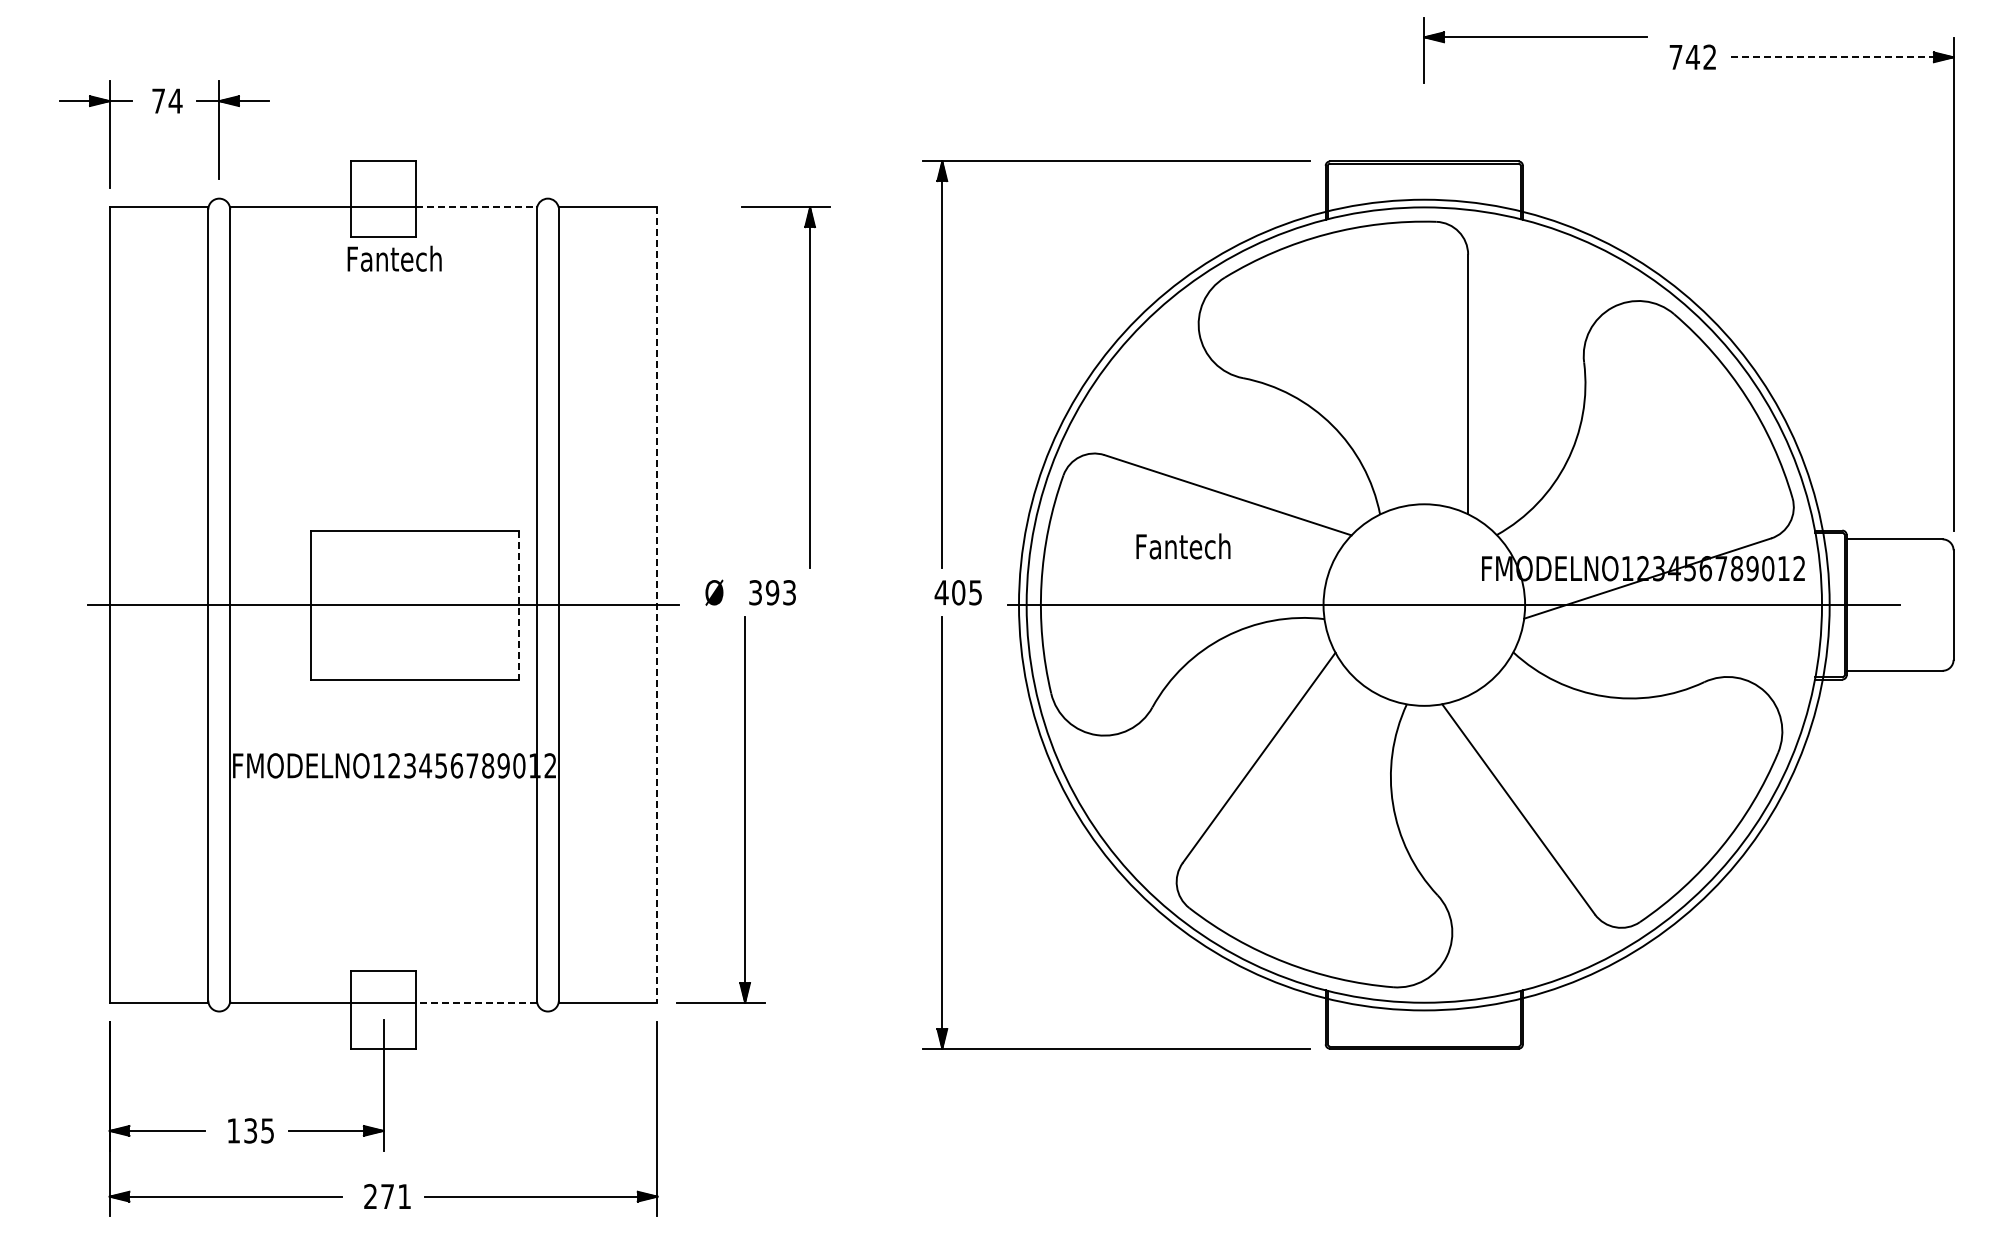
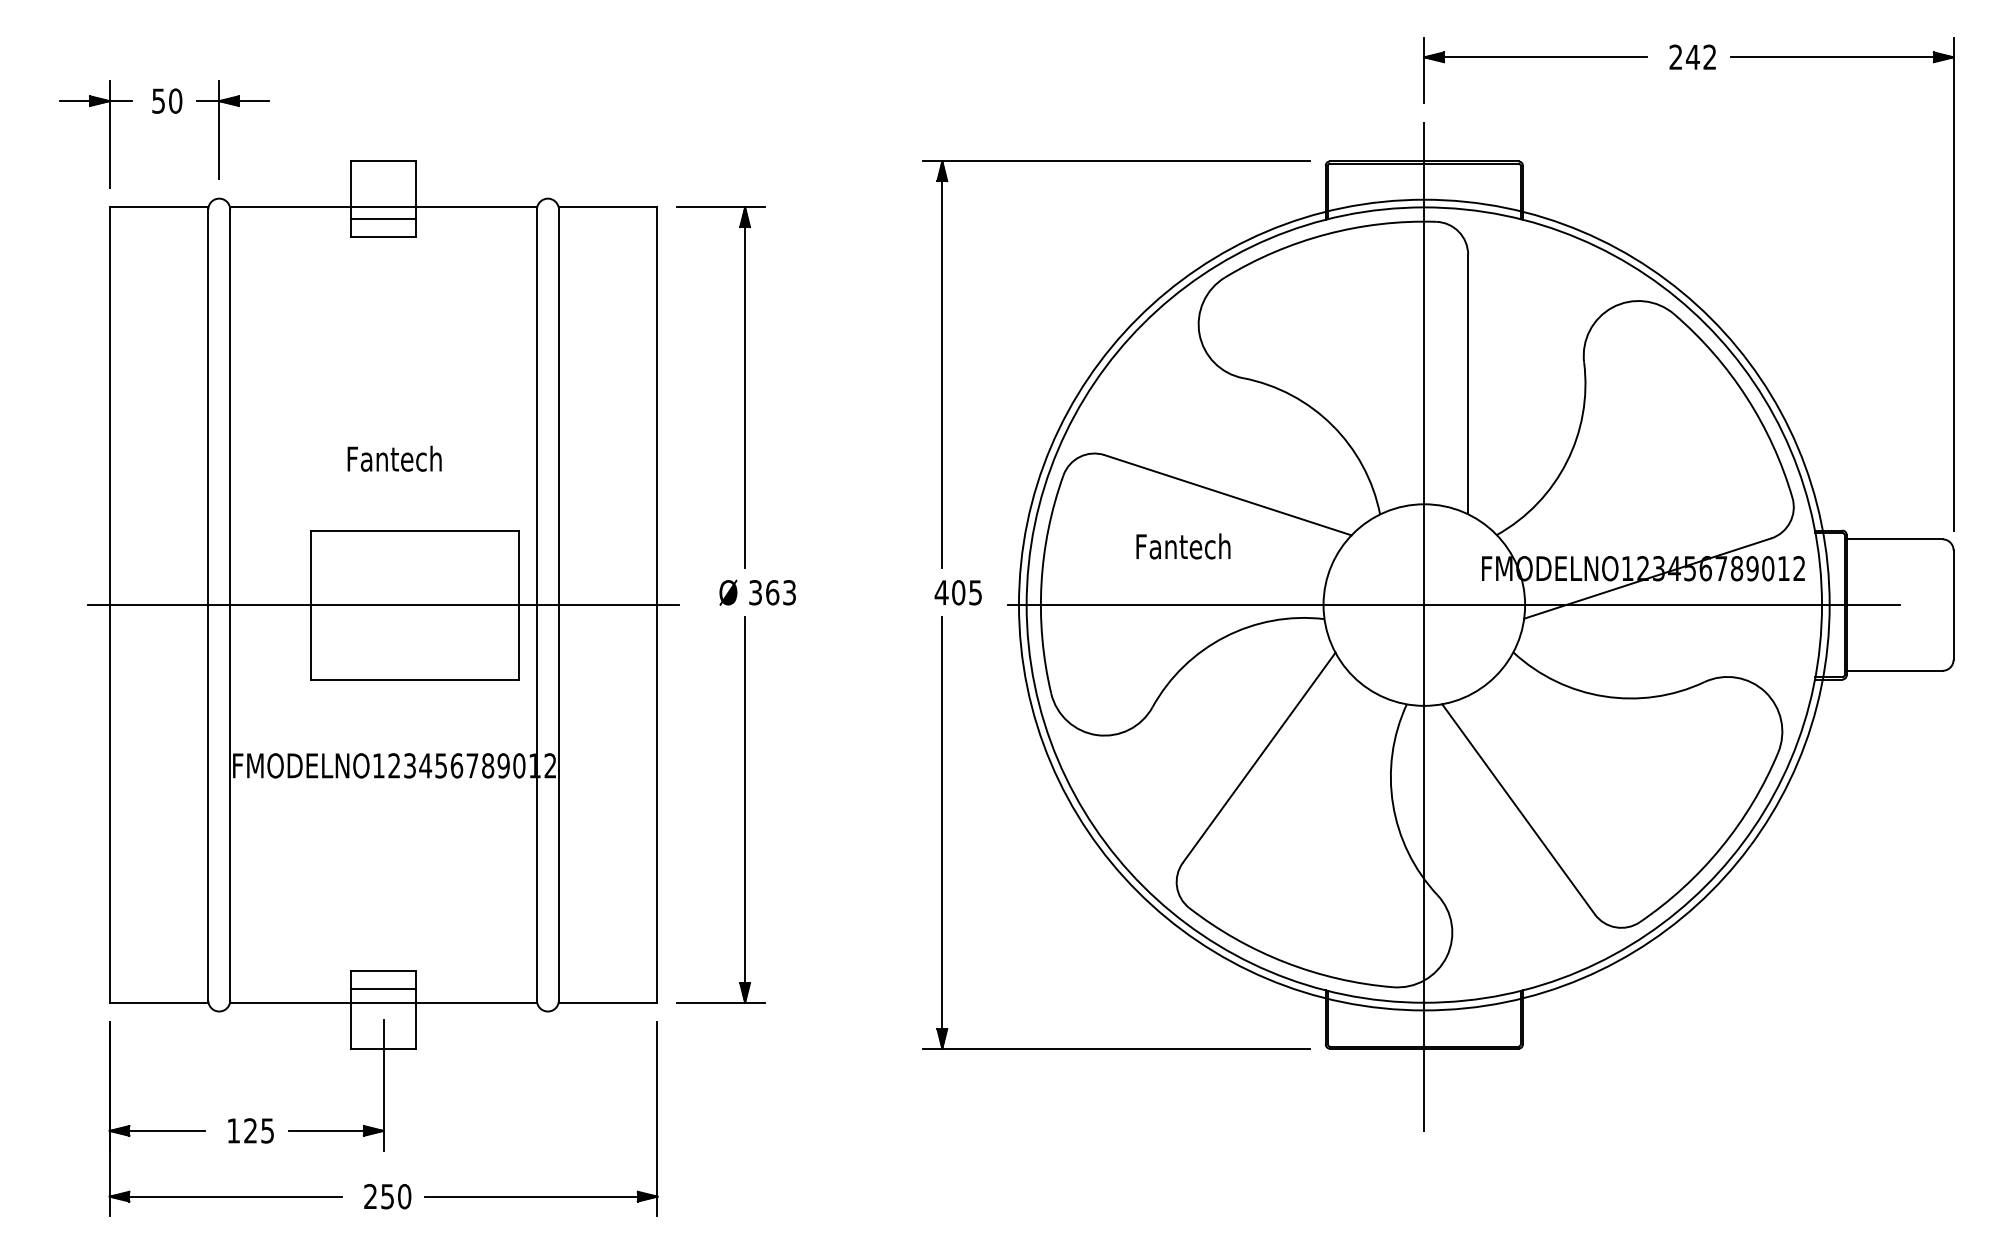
part at (1535, 37) position: (1535, 37) -> (1535, 57)
text at (1675, 56): 742 -> 242
line at (1842, 57): dashed -> solid
text at (167, 100): 74 -> 50
line at (477, 207): dashed -> solid
line at (383, 218): none -> present
text at (394, 258) position: (394, 258) -> (394, 458)
part at (809, 387) position: (809, 387) -> (744, 387)
text at (714, 592) position: (714, 592) -> (728, 592)
text at (772, 592): 393 -> 363
line at (519, 605): dashed -> solid
line at (657, 605): dashed -> solid
line at (1424, 626): none -> present
line at (383, 989): none -> present
line at (476, 1002): dashed -> solid
text at (250, 1130): 135 -> 125
text at (396, 1196): 271 -> 250
